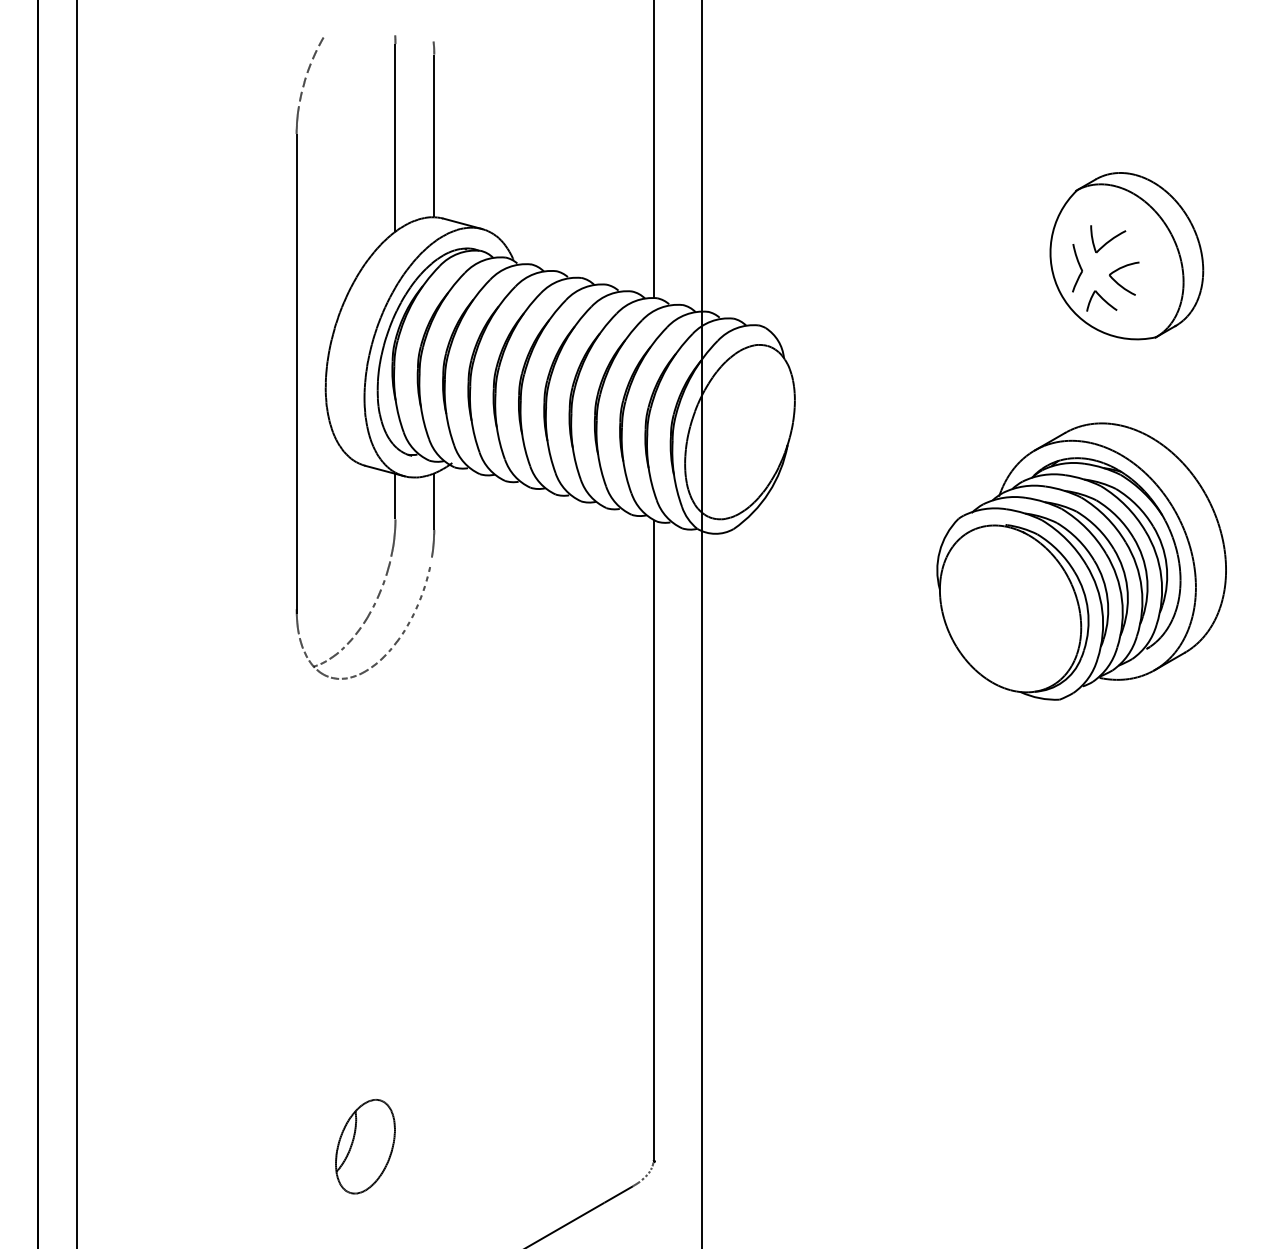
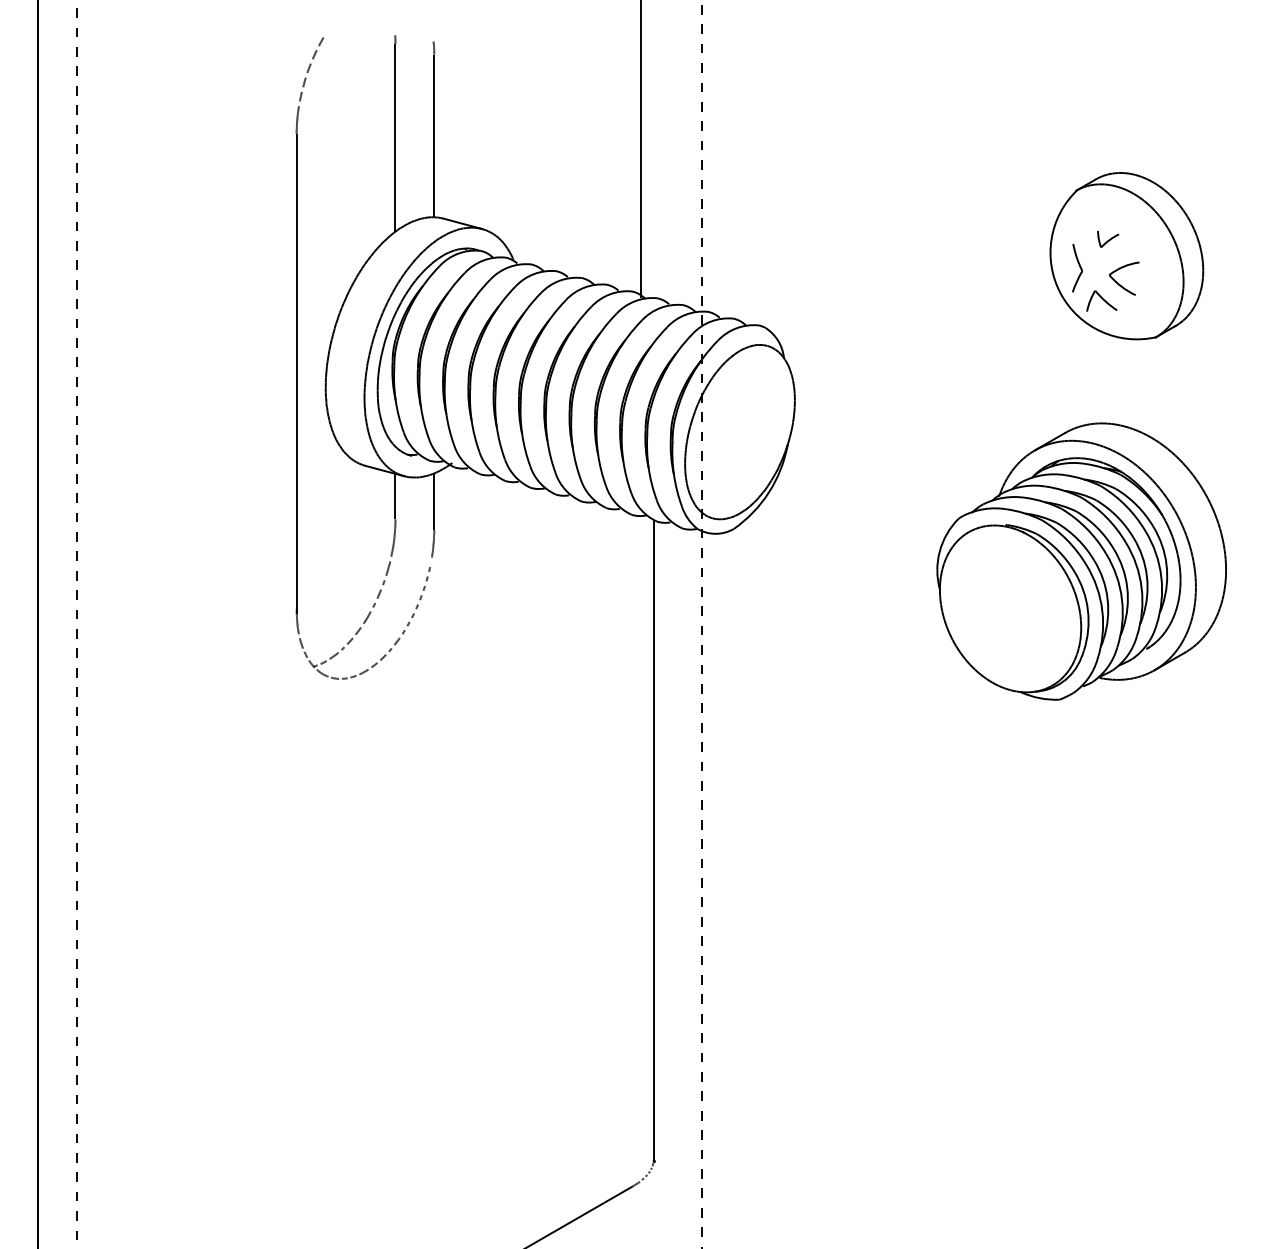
line at (653, 150) position: (653, 150) -> (640, 150)
part at (1108, 239) size: 37x29 px -> 23x17 px
line at (76, 624): solid -> dashed
line at (701, 624): solid -> dashed
part at (365, 1146): present -> none
